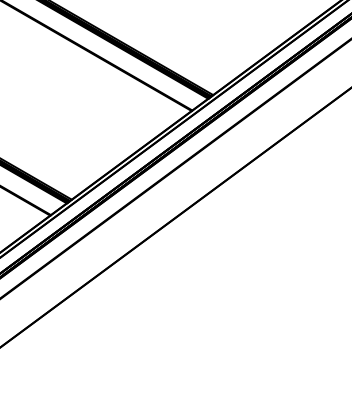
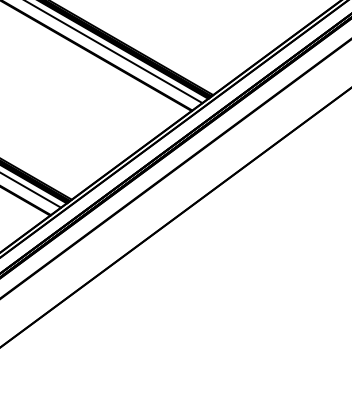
line at (114, 52): none -> present
line at (31, 190): none -> present
